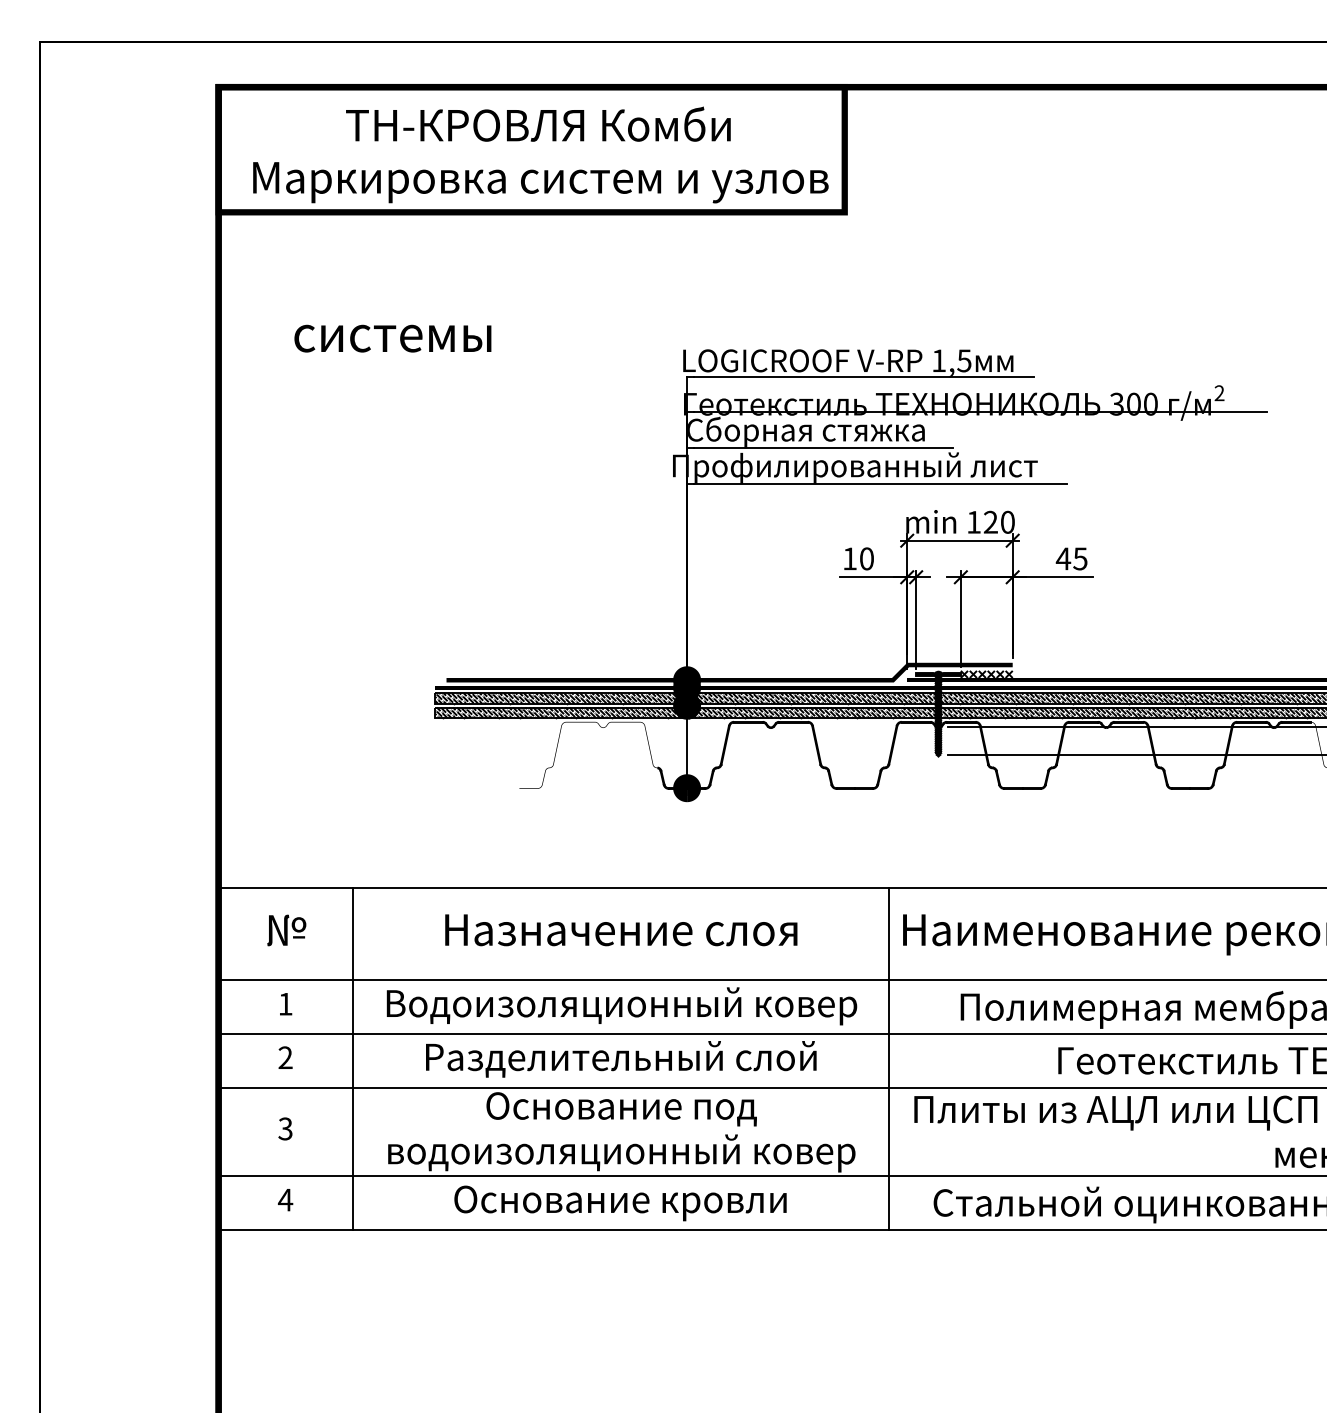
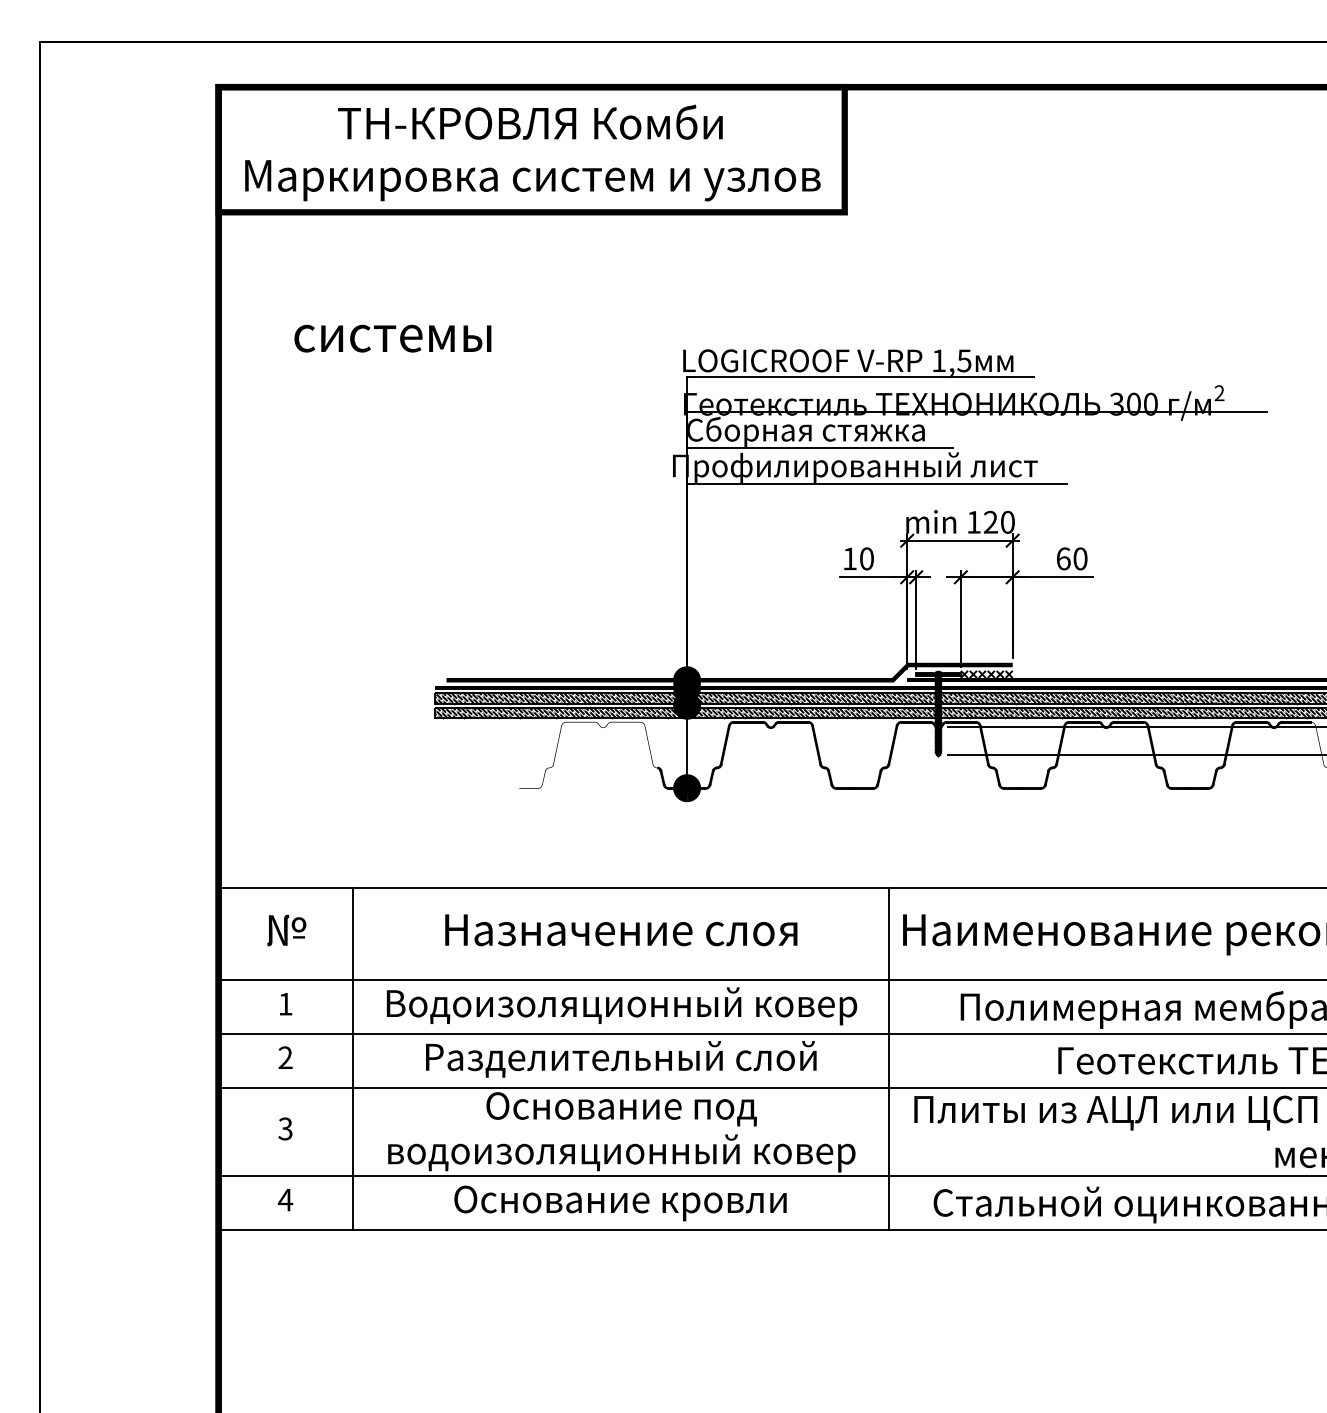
text at (540, 154) position: (540, 154) -> (532, 152)
text at (1071, 558): 45 -> 60
